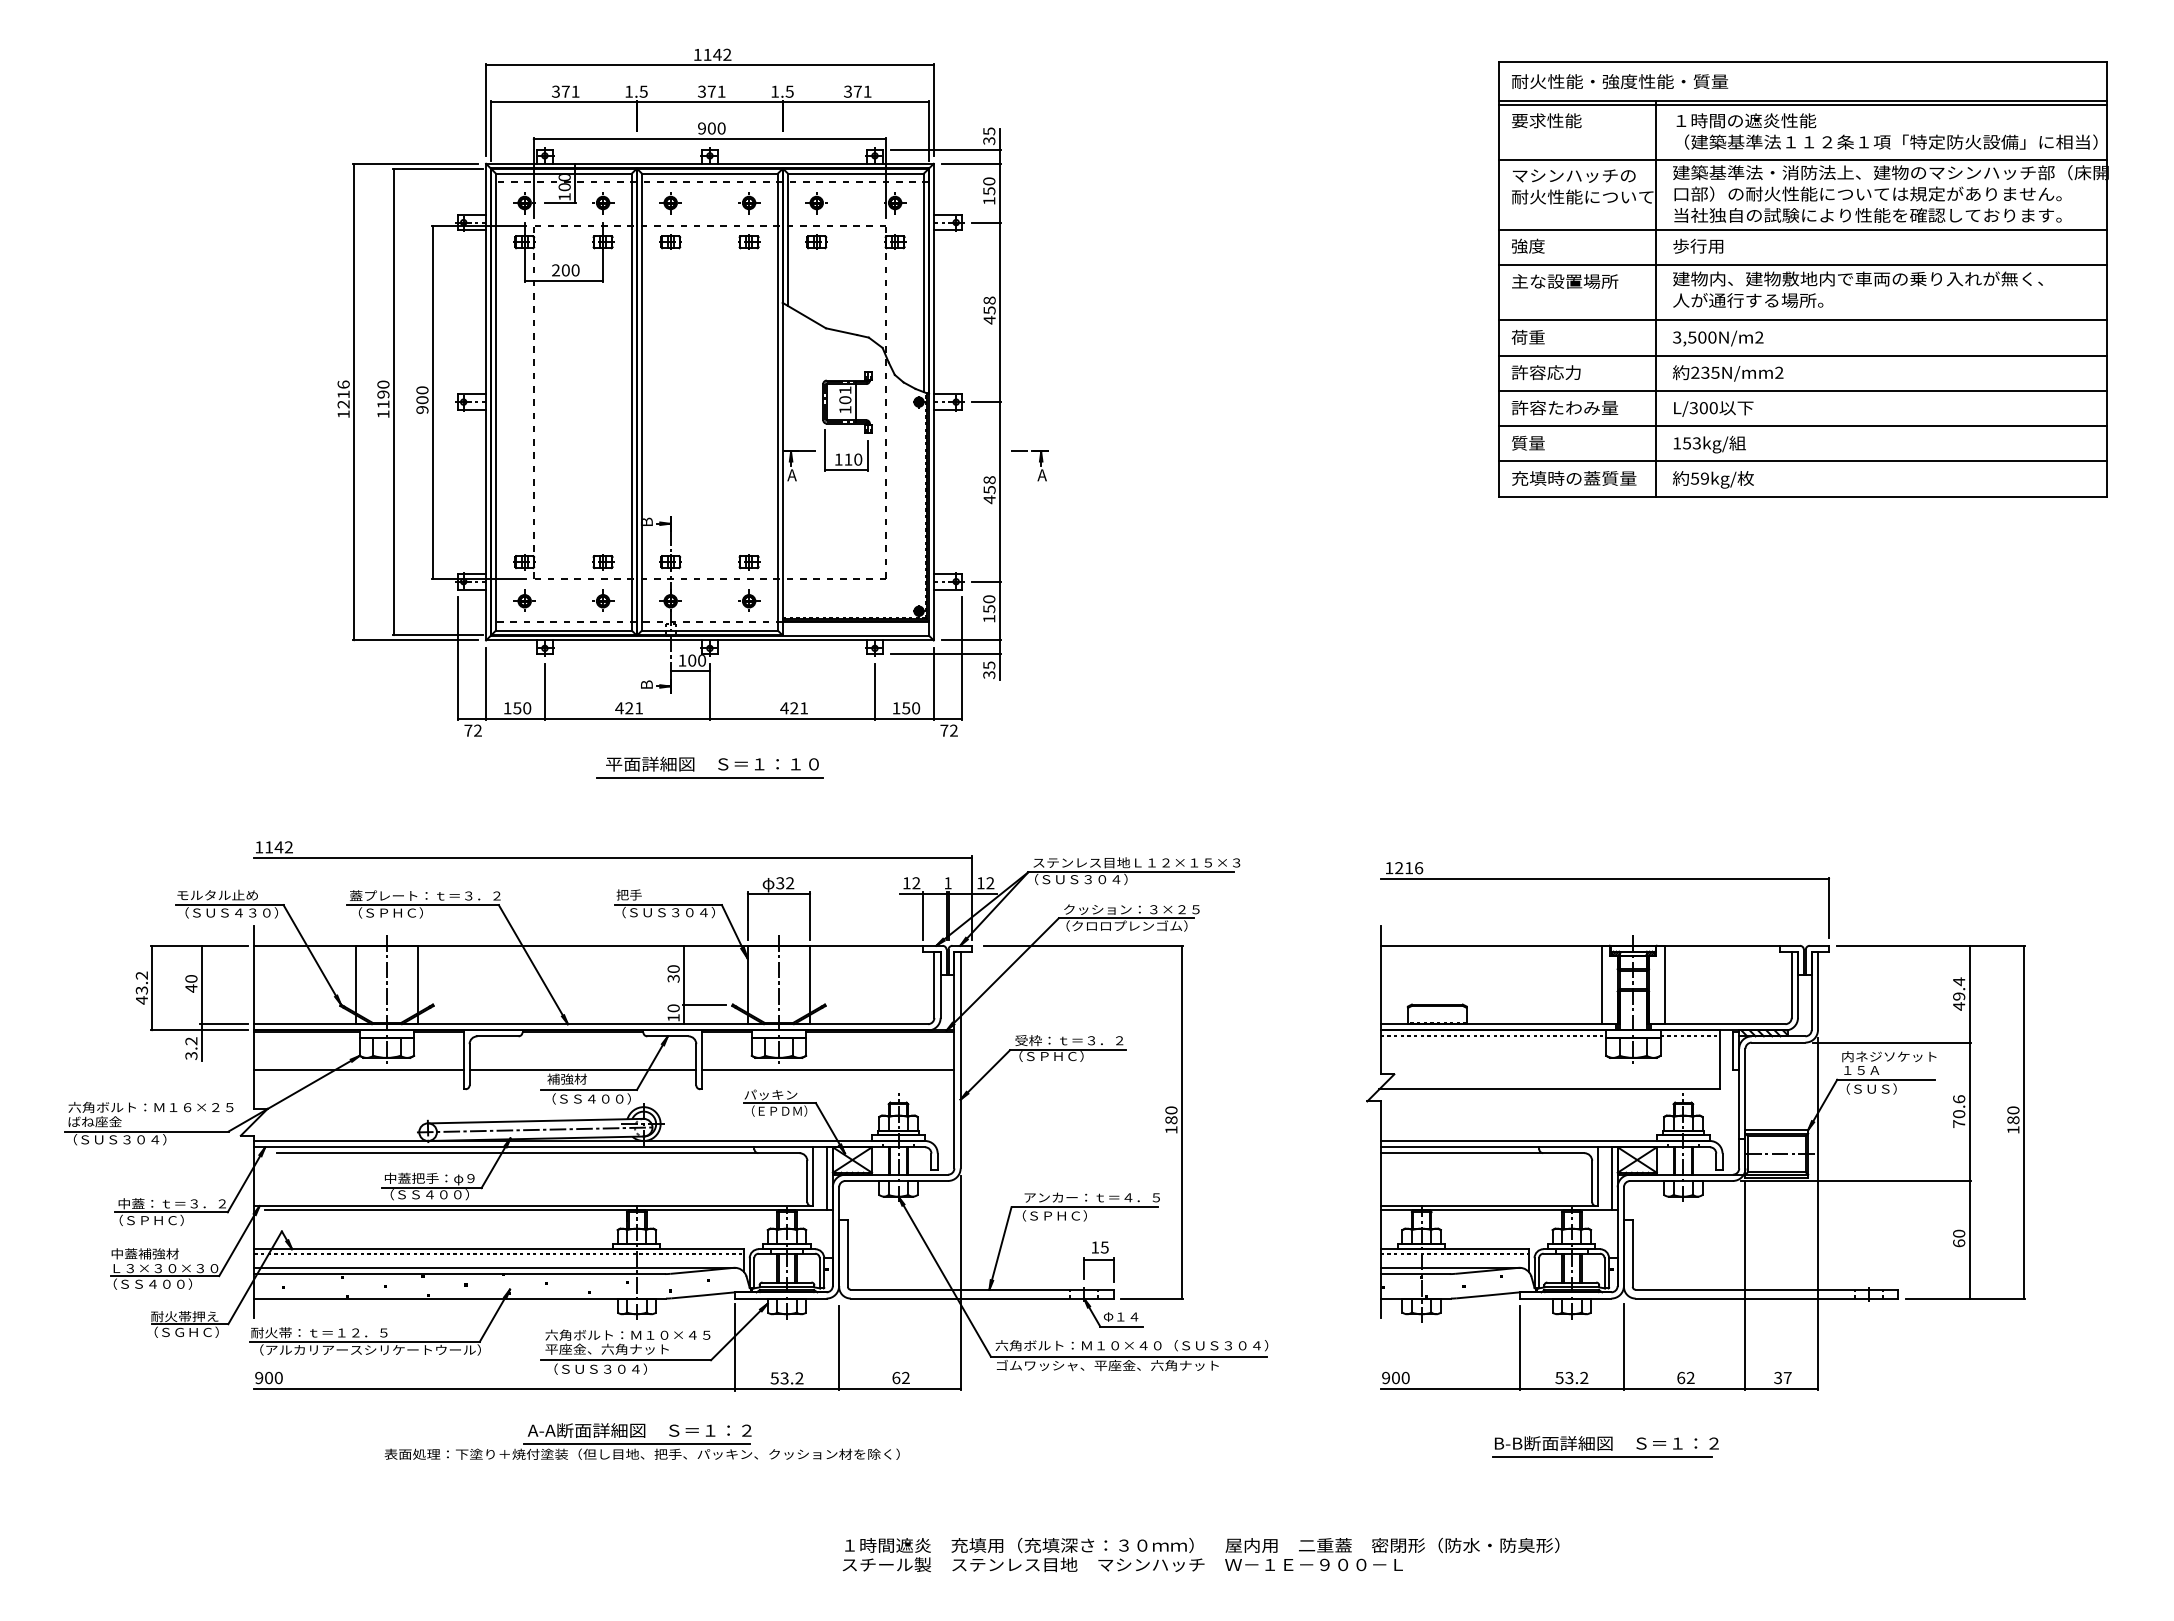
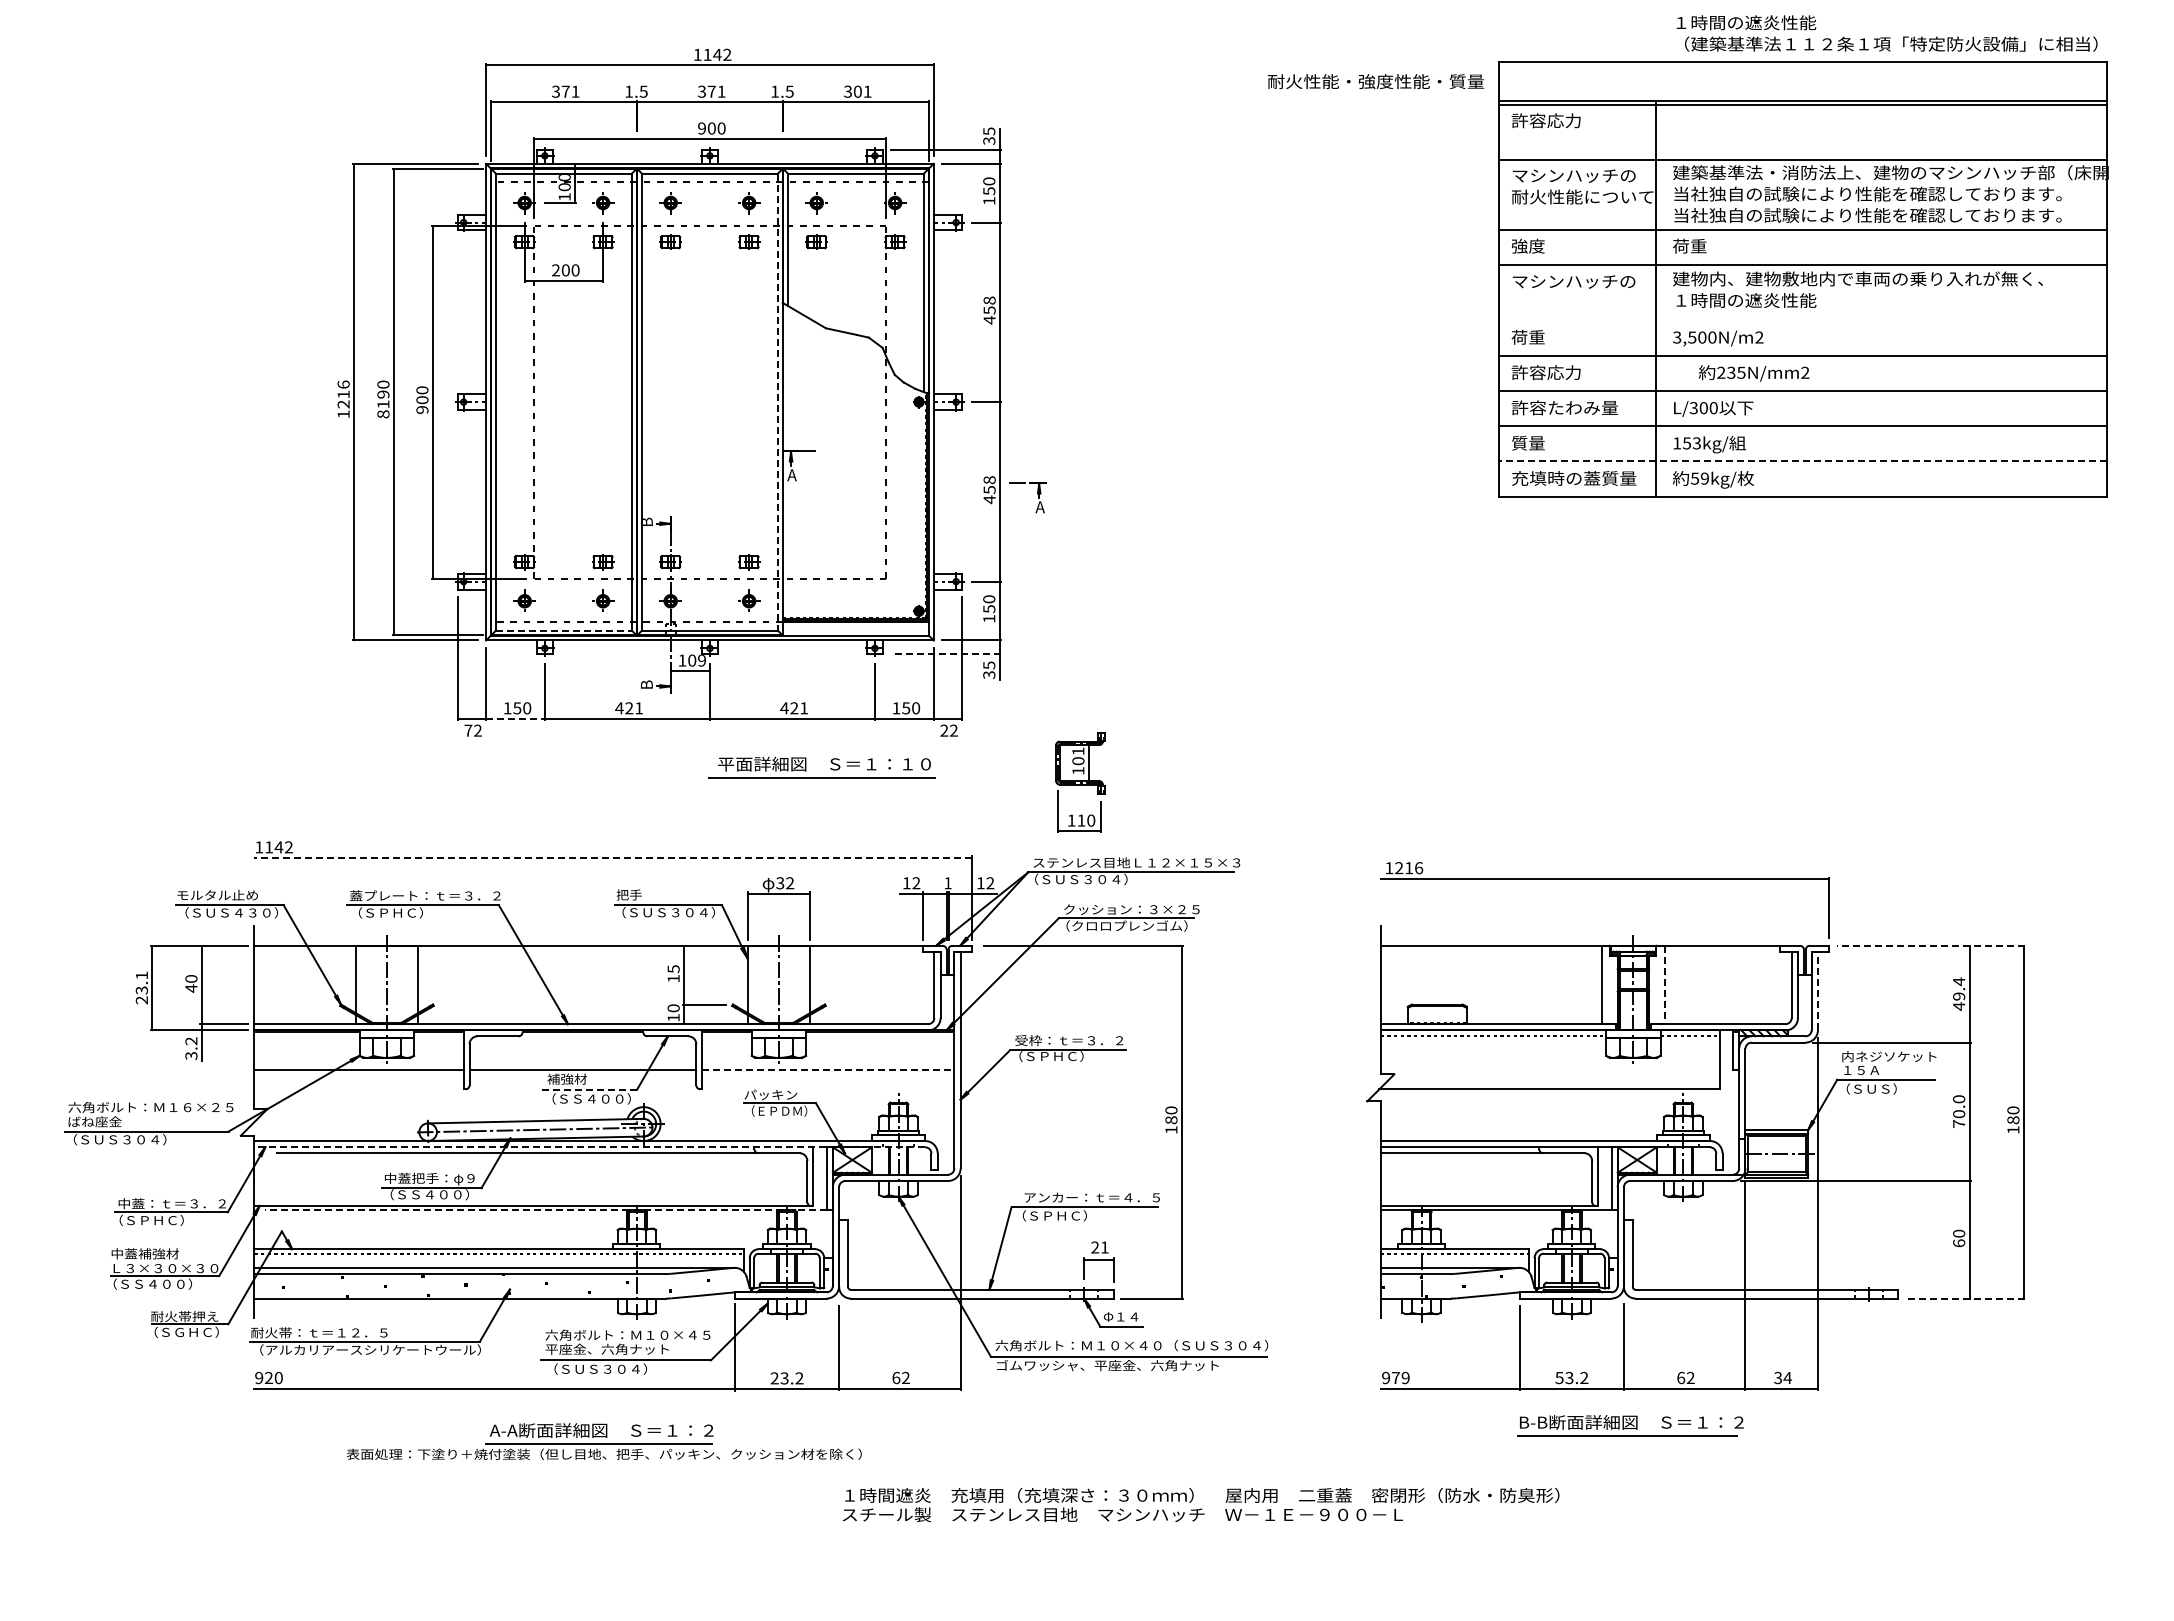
text at (1620, 81) position: (1620, 81) -> (1376, 81)
text at (857, 91): 371 -> 301
text at (1546, 120): 要求性能 -> 許容応力
text at (1886, 131) position: (1886, 131) -> (1886, 33)
text at (1864, 193): 口部）の耐火性能については規定がありません。 -> 当社独自の試験により性能を確認しております。
text at (1698, 245): 歩行用 -> 荷重
text at (1573, 281): 主な設置場所 -> マシンハッチの
text at (1748, 300): 人が通行する場所。 -> １時間の遮炎性能
line at (1802, 320): present -> none
text at (1728, 373) position: (1728, 373) -> (1754, 373)
line at (777, 402): solid -> dashed
text at (383, 414): 1190 -> 8190
part at (847, 421) position: (847, 421) -> (1080, 782)
line at (1803, 461): solid -> dashed
part at (1039, 462) position: (1039, 462) -> (1037, 494)
line at (564, 630): solid -> dashed
line at (945, 654): solid -> dashed
text at (702, 660): 100 -> 109
line at (515, 718): solid -> dashed
text at (944, 730): 72 -> 22
part at (718, 768) position: (718, 768) -> (830, 768)
line at (613, 857): solid -> dashed
line at (1931, 945): solid -> dashed
text at (673, 973): 30 -> 15
line at (1664, 985): solid -> dashed
text at (141, 987): 43.2 -> 23.1
line at (1817, 990): solid -> dashed
line at (828, 1069): solid -> dashed
line at (589, 1089): solid -> dashed
text at (1959, 1099): 70.6 -> 70.0
line at (589, 1147): solid -> dashed
line at (545, 1210): solid -> dashed
text at (1099, 1247): 15 -> 21
line at (1965, 1298): solid -> dashed
text at (1400, 1377): 900 -> 979
text at (1787, 1377): 37 -> 34
text at (268, 1378): 900 -> 920
text at (774, 1378): 53.2 -> 23.2
part at (641, 1441) position: (641, 1441) -> (603, 1441)
part at (1605, 1446) position: (1605, 1446) -> (1630, 1425)
text at (1200, 1554) position: (1200, 1554) -> (1200, 1504)
